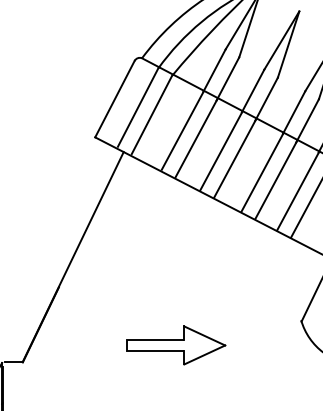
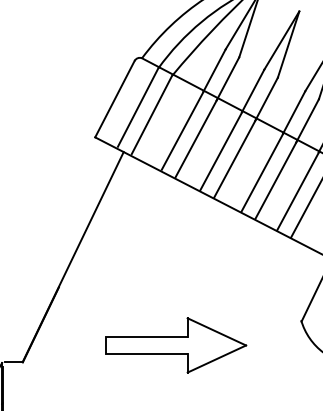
part at (176, 345) size: 101x41 px -> 143x57 px
